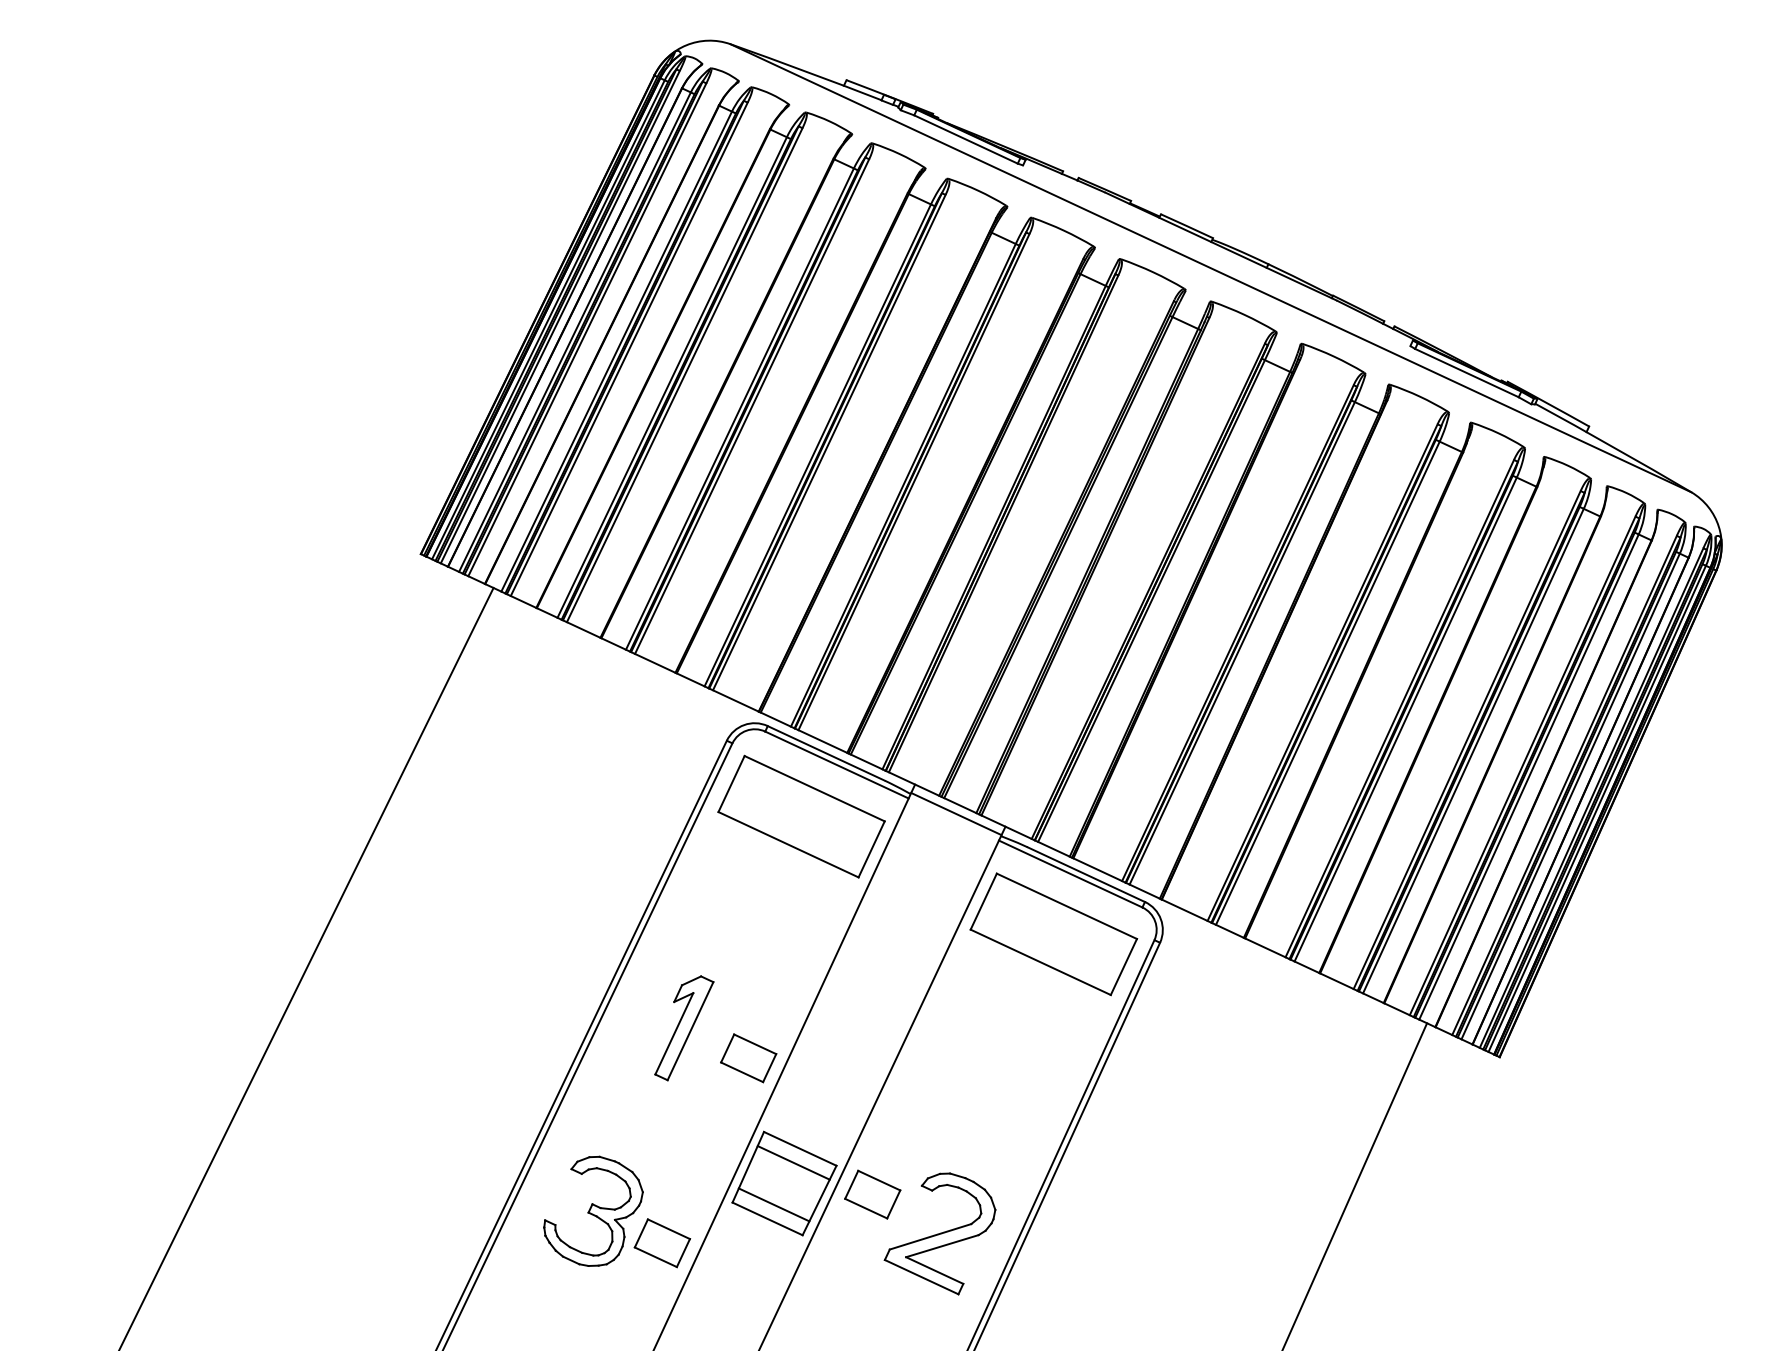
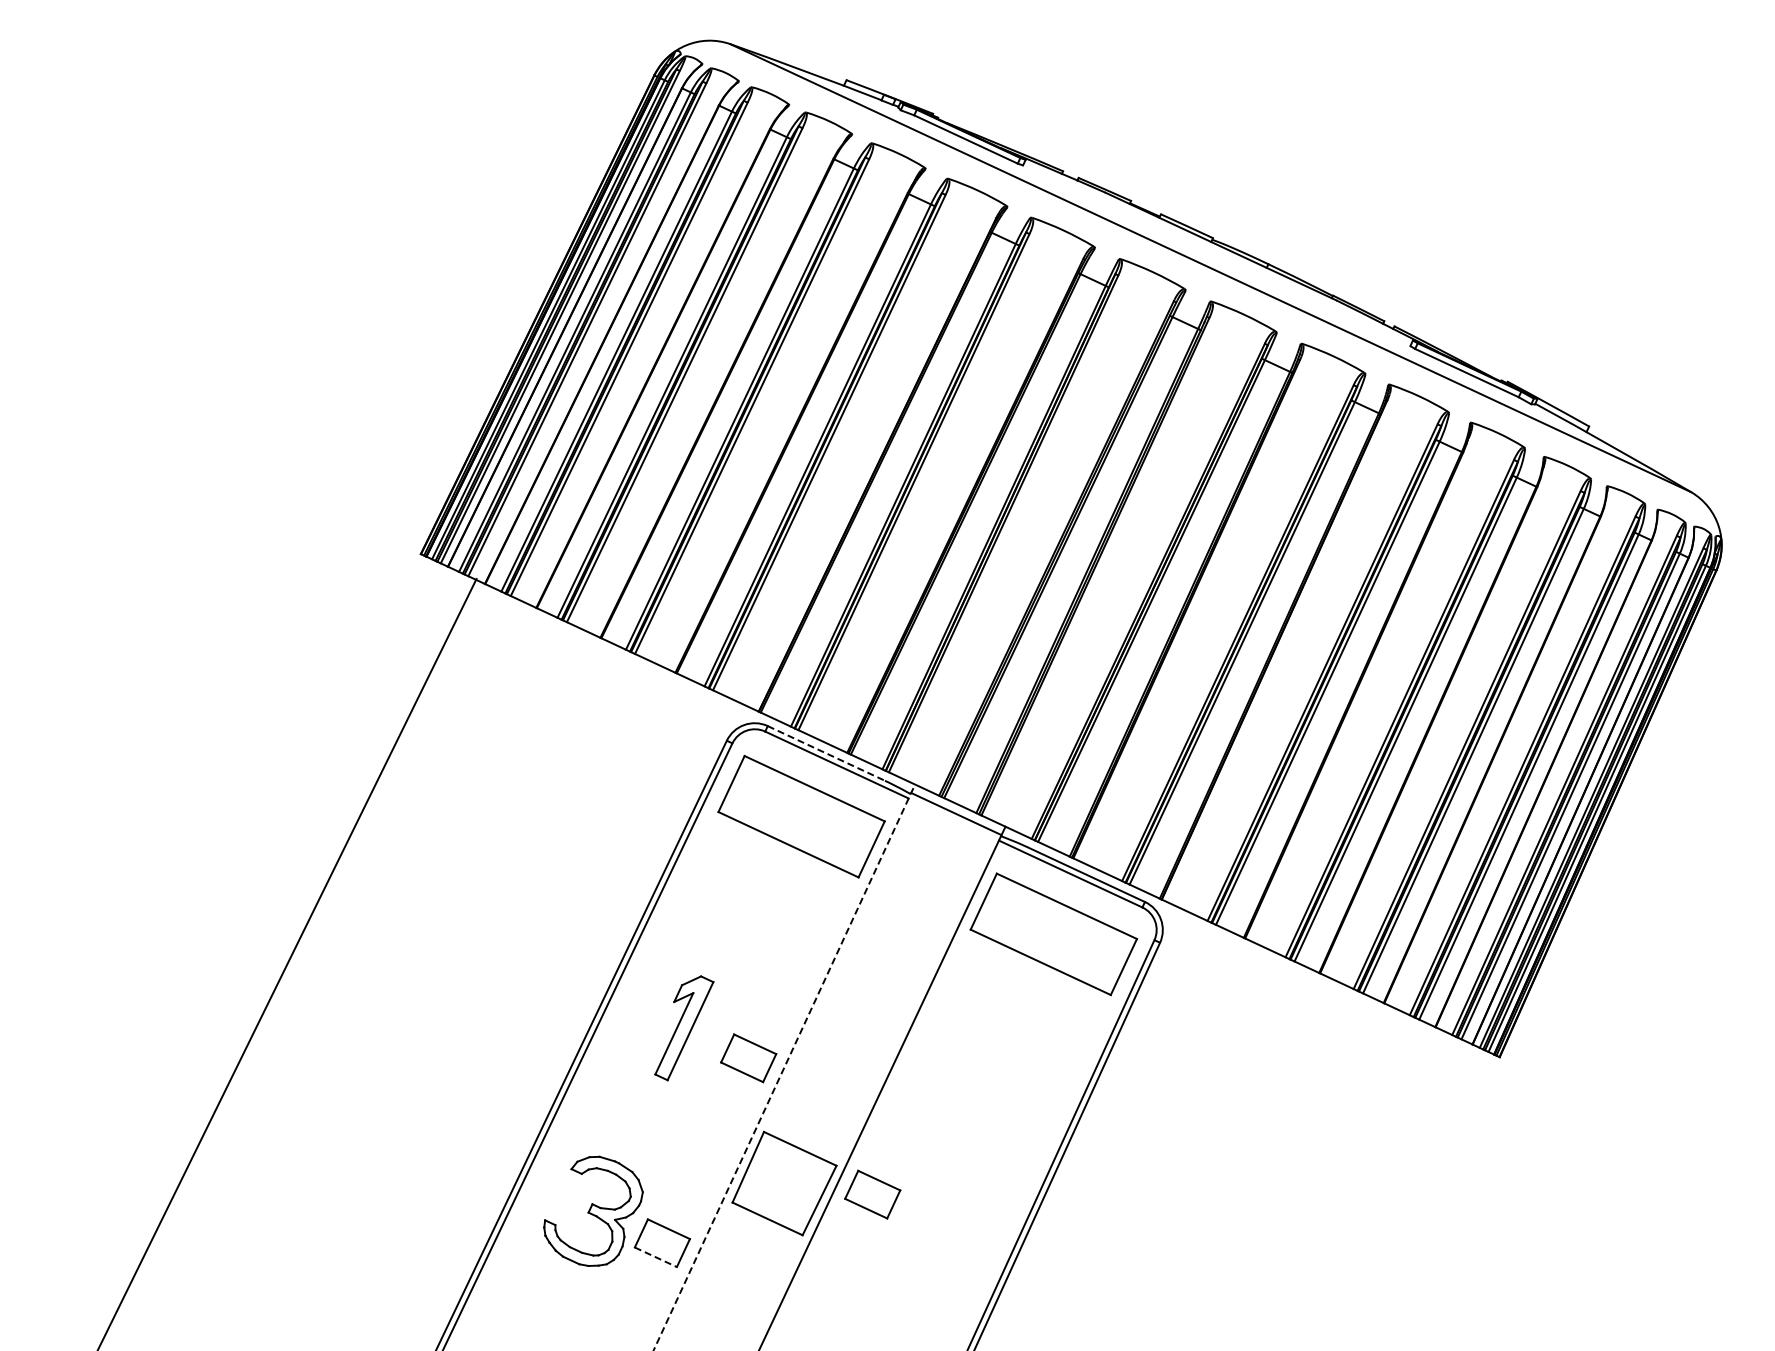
line at (826, 753): solid -> dashed
line at (306, 967) position: (306, 967) -> (287, 962)
line at (784, 1066): solid -> dashed
line at (793, 1162): present -> none
line at (1355, 1185): present -> none
line at (773, 1204): present -> none
part at (939, 1233): present -> none
line at (656, 1257): solid -> dashed
